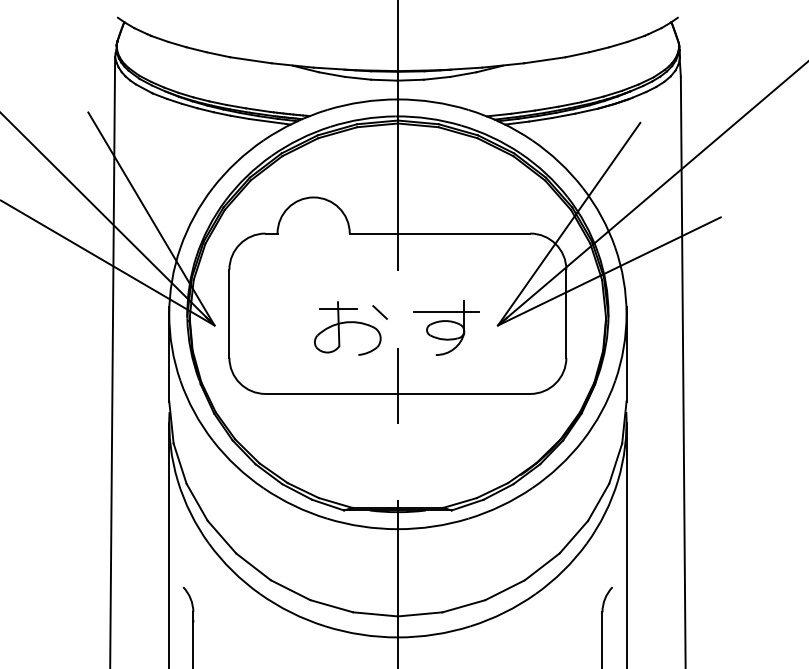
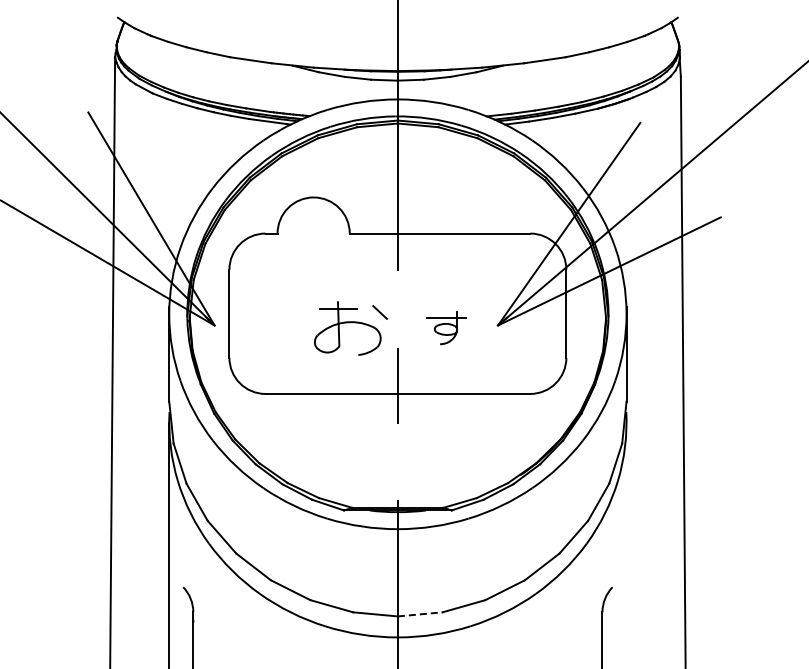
part at (446, 327) size: 67x56 px -> 41x35 px
line at (626, 543): present -> none
line at (420, 614): solid -> dashed
